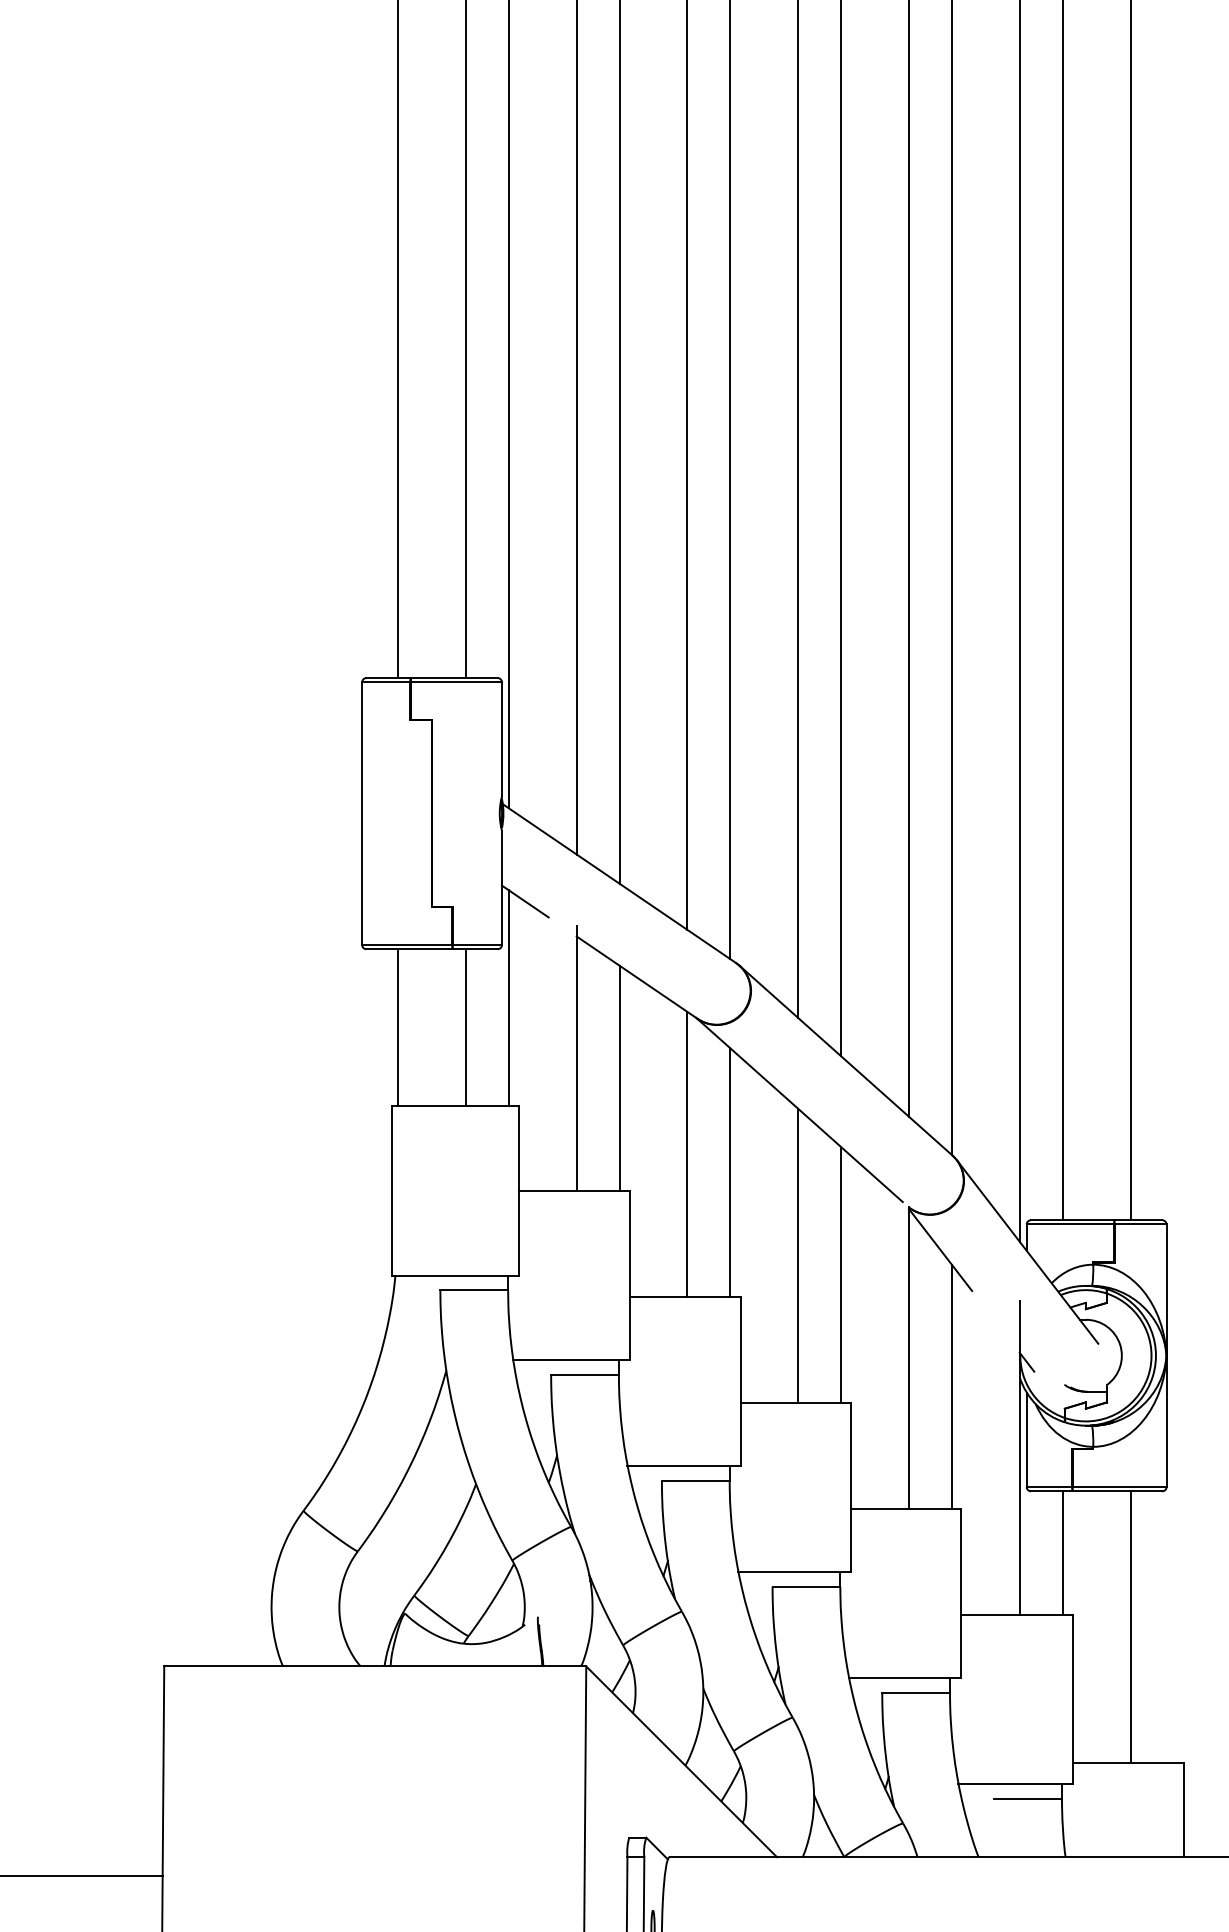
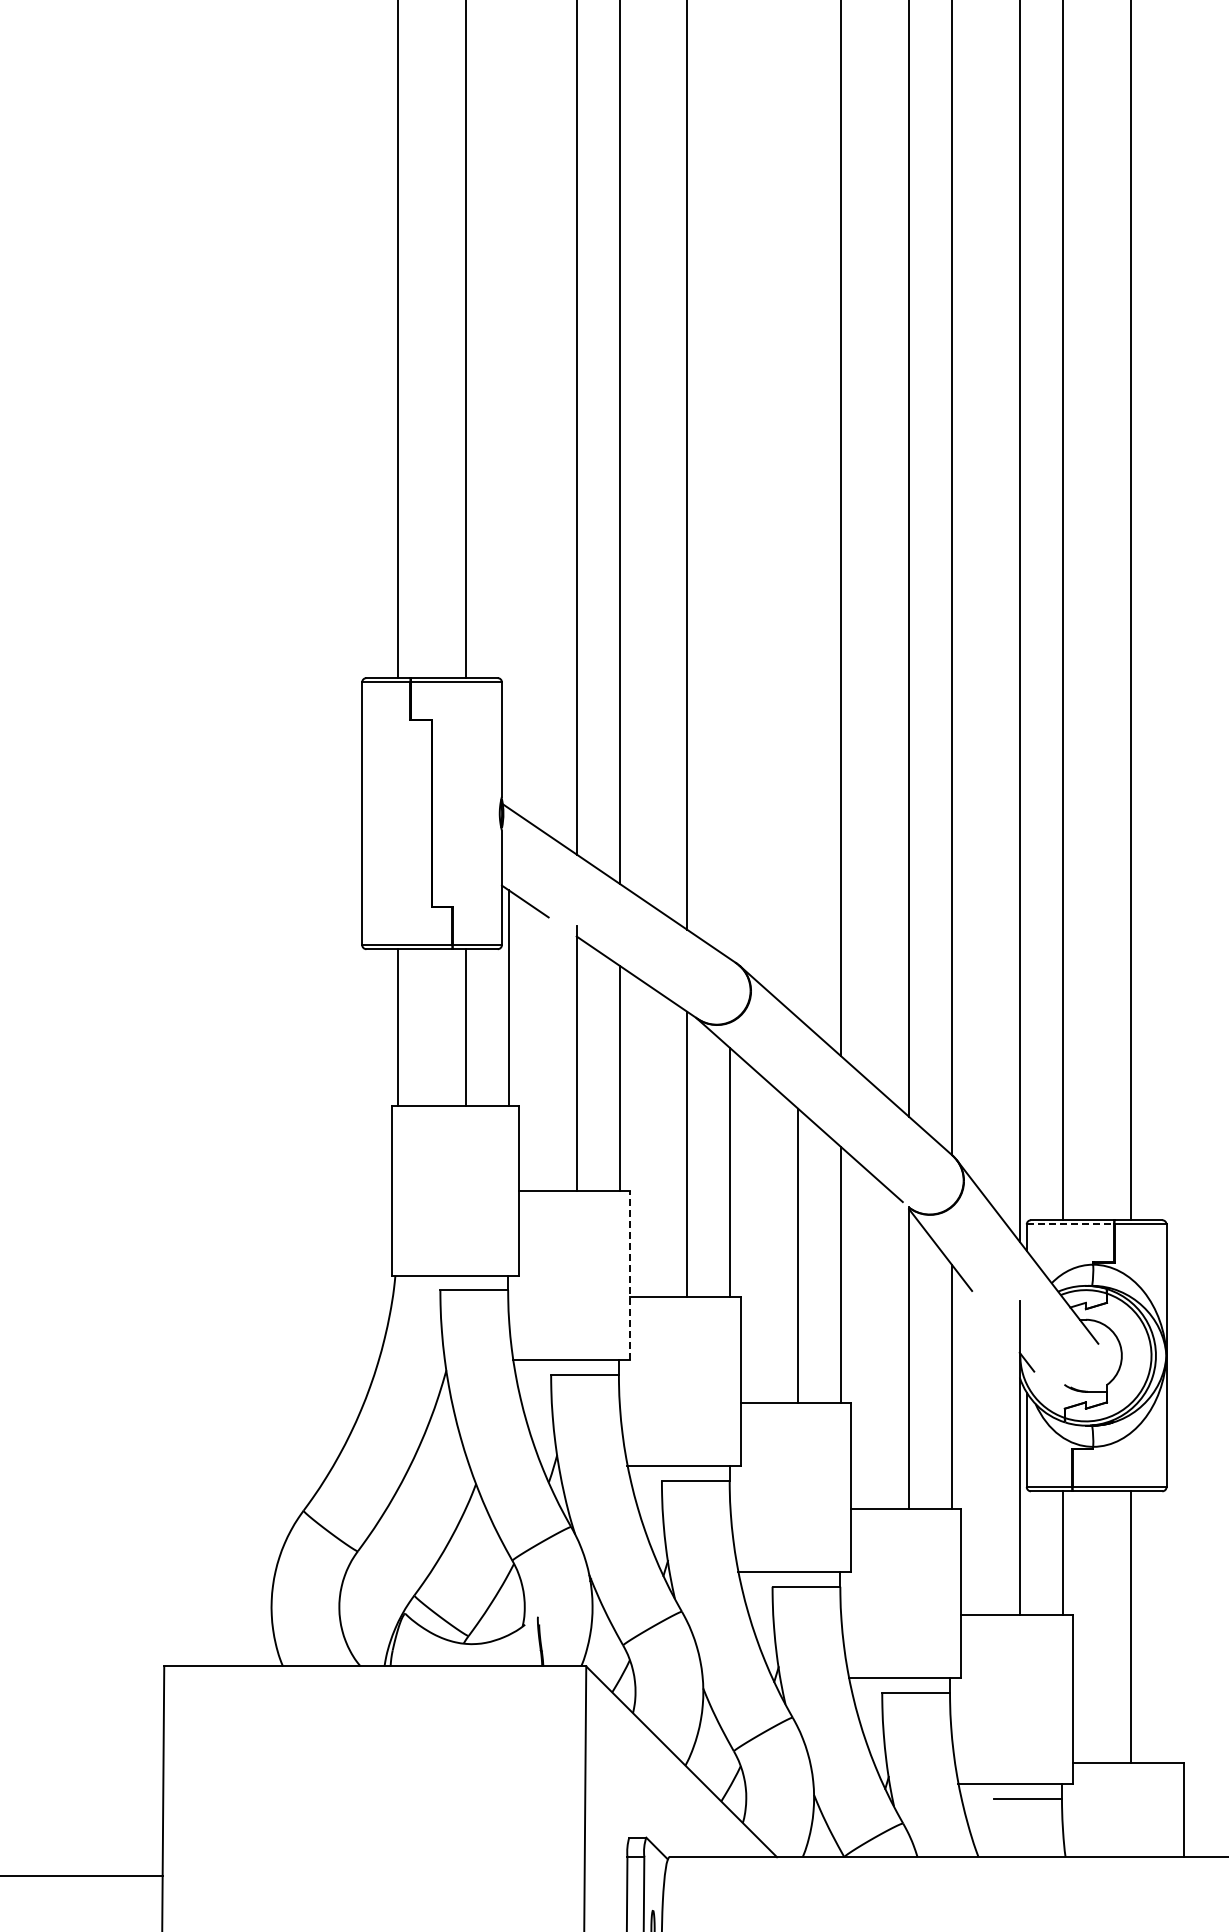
line at (508, 405): present -> none
line at (730, 480): present -> none
line at (798, 510): present -> none
line at (1070, 1224): solid -> dashed
line at (629, 1275): solid -> dashed
